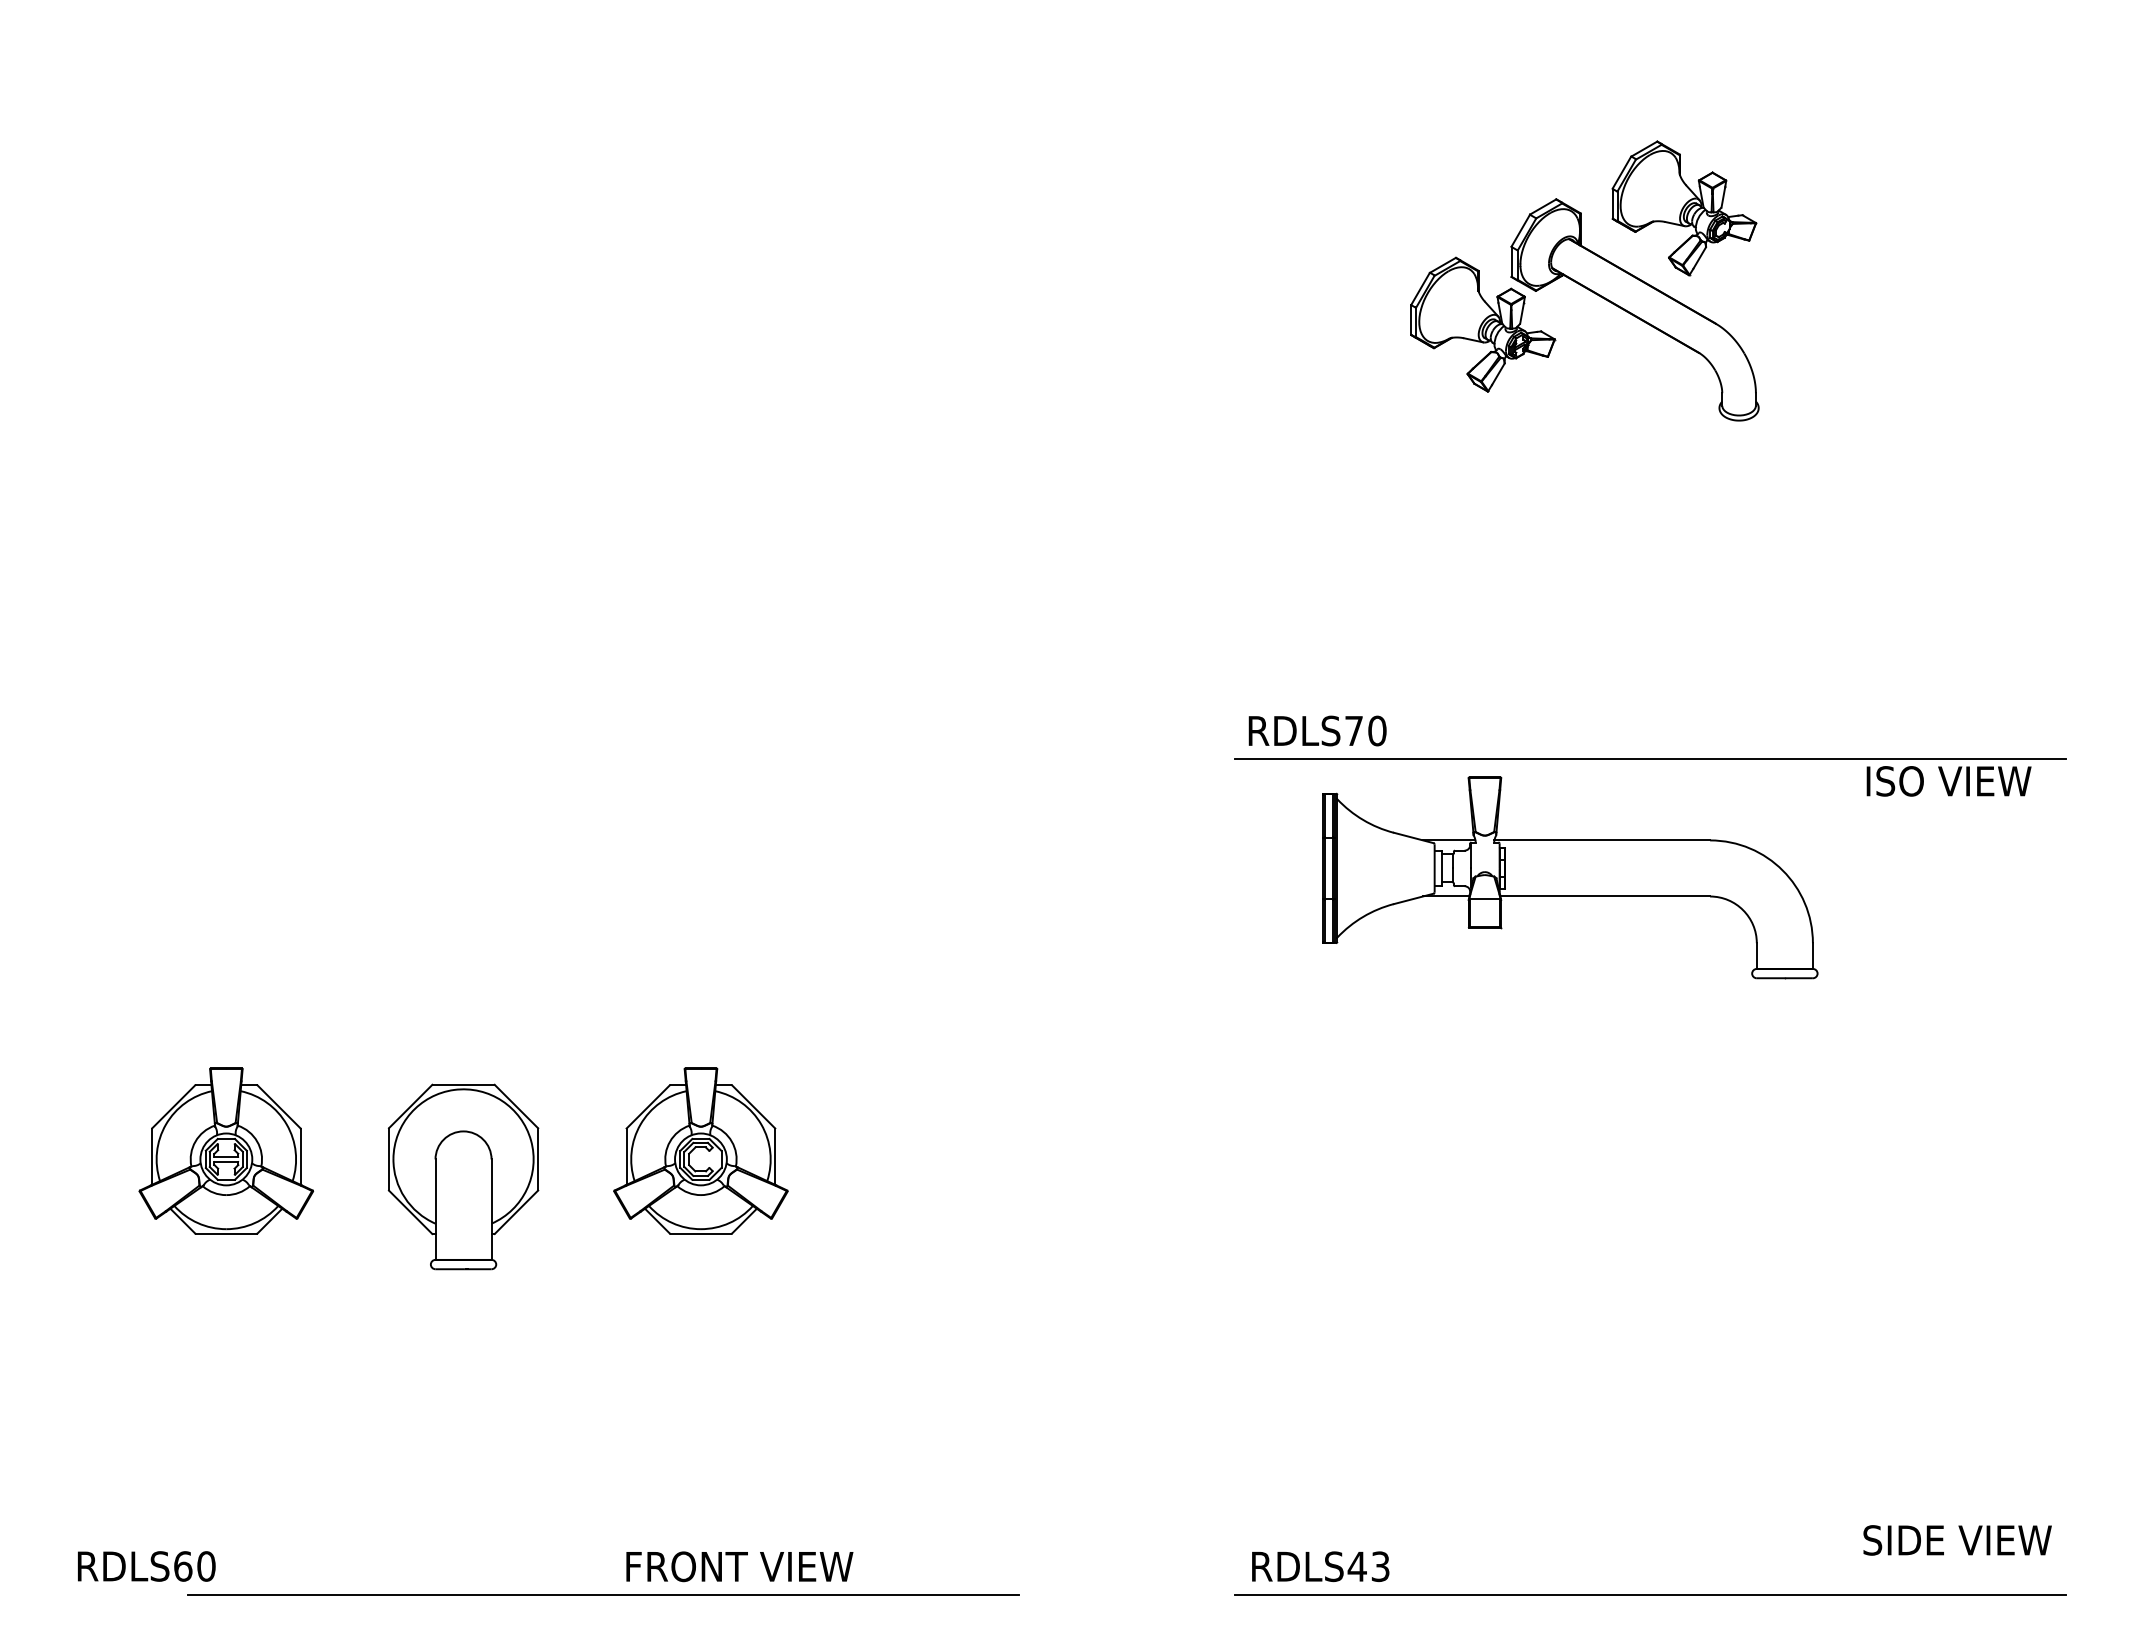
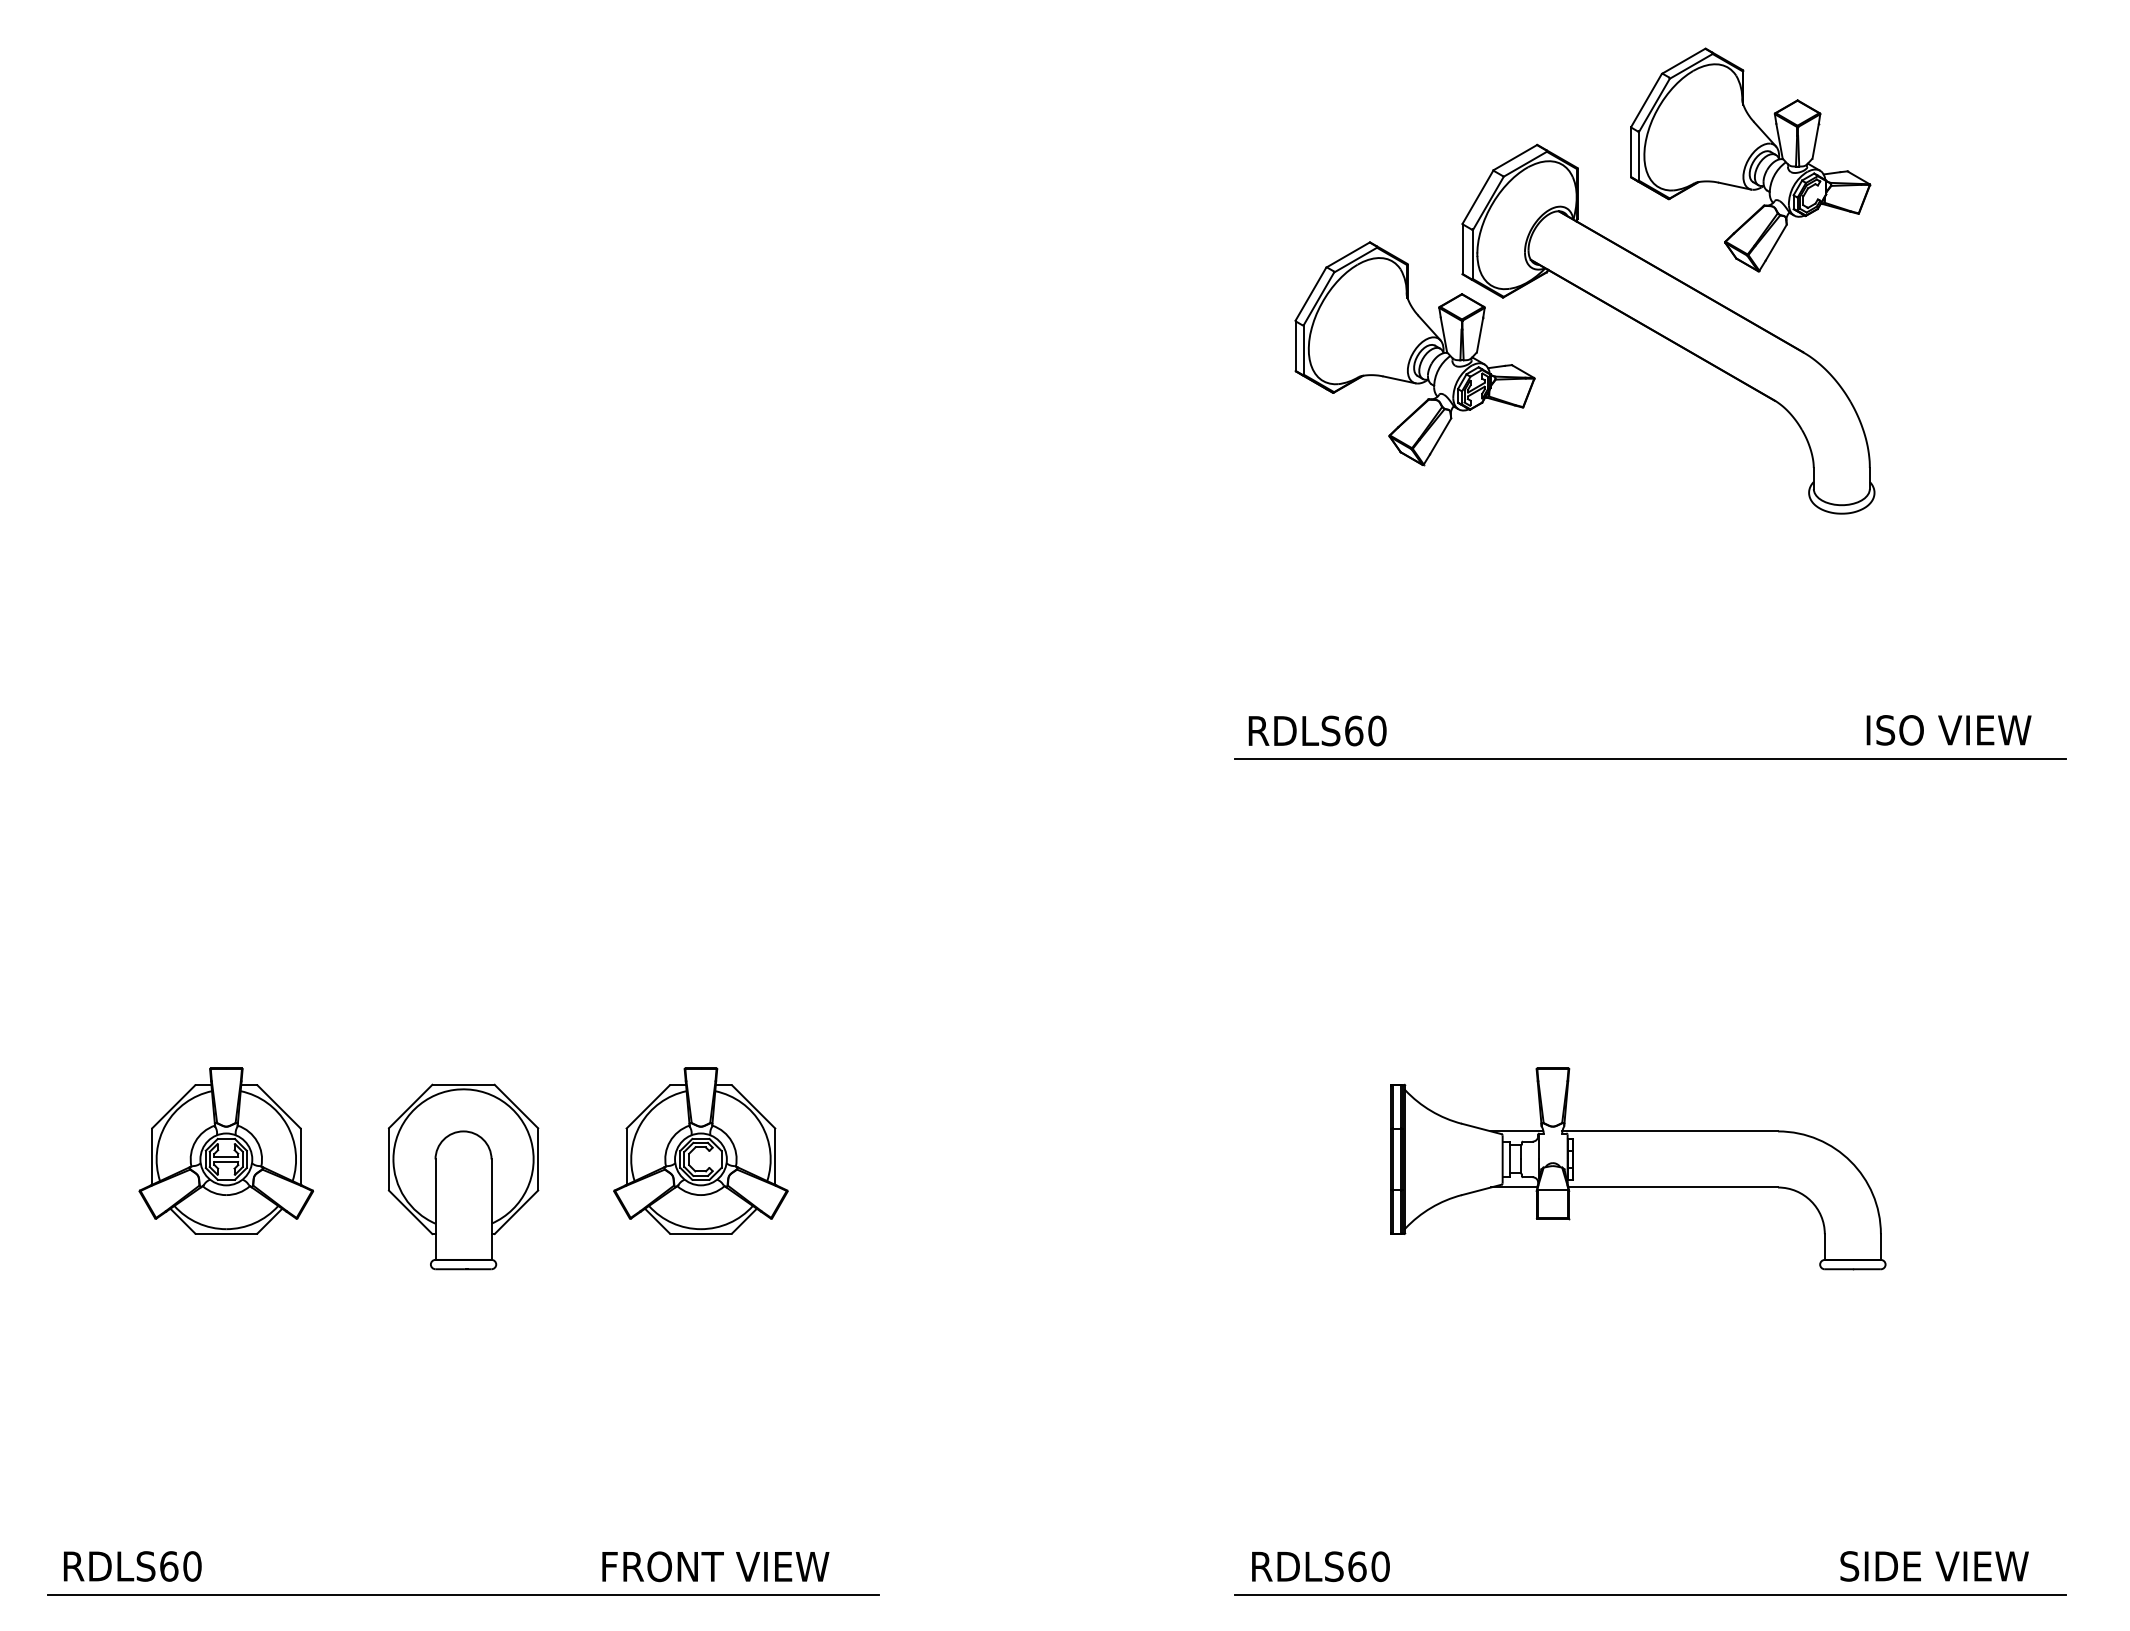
part at (1584, 280) size: 350x282 px -> 582x468 px
text at (1354, 730): RDLS70 -> RDLS60
text at (1948, 781) position: (1948, 781) -> (1948, 730)
part at (1570, 877) position: (1570, 877) -> (1638, 1168)
text at (1957, 1540) position: (1957, 1540) -> (1934, 1566)
text at (146, 1566) position: (146, 1566) -> (132, 1566)
text at (739, 1566) position: (739, 1566) -> (715, 1566)
text at (1368, 1566): RDLS43 -> RDLS60
line at (603, 1594) position: (603, 1594) -> (463, 1594)
